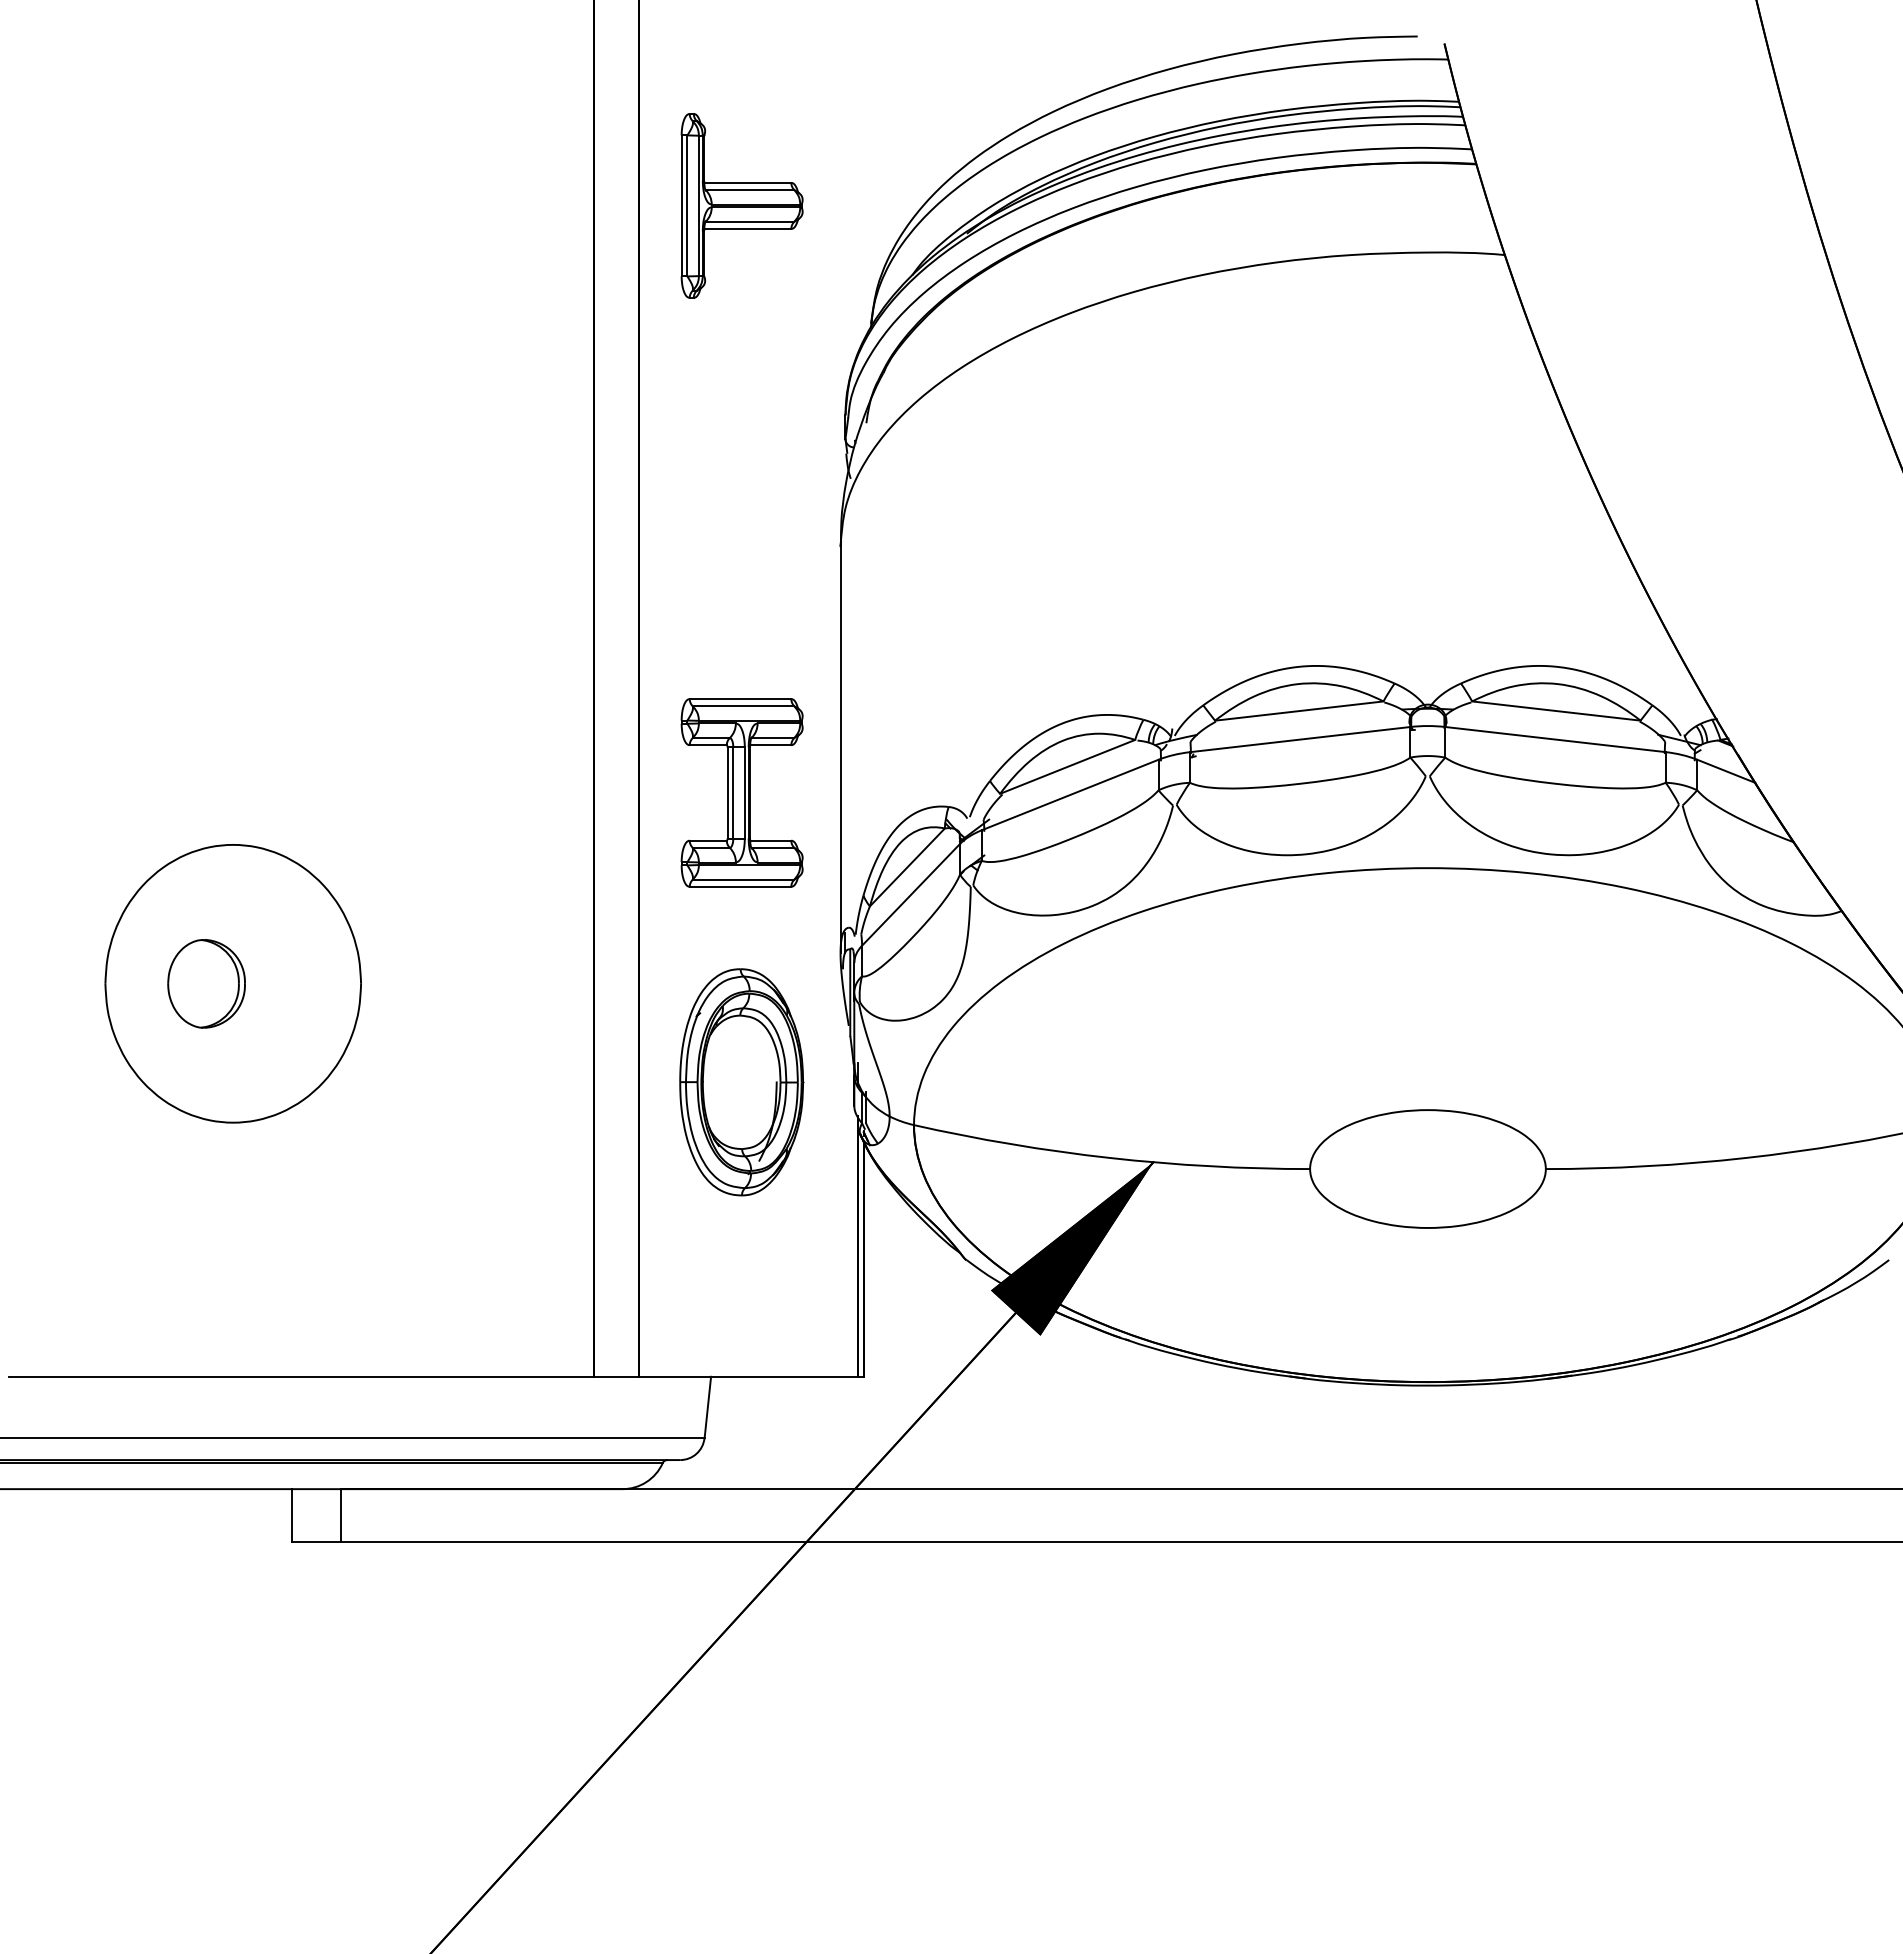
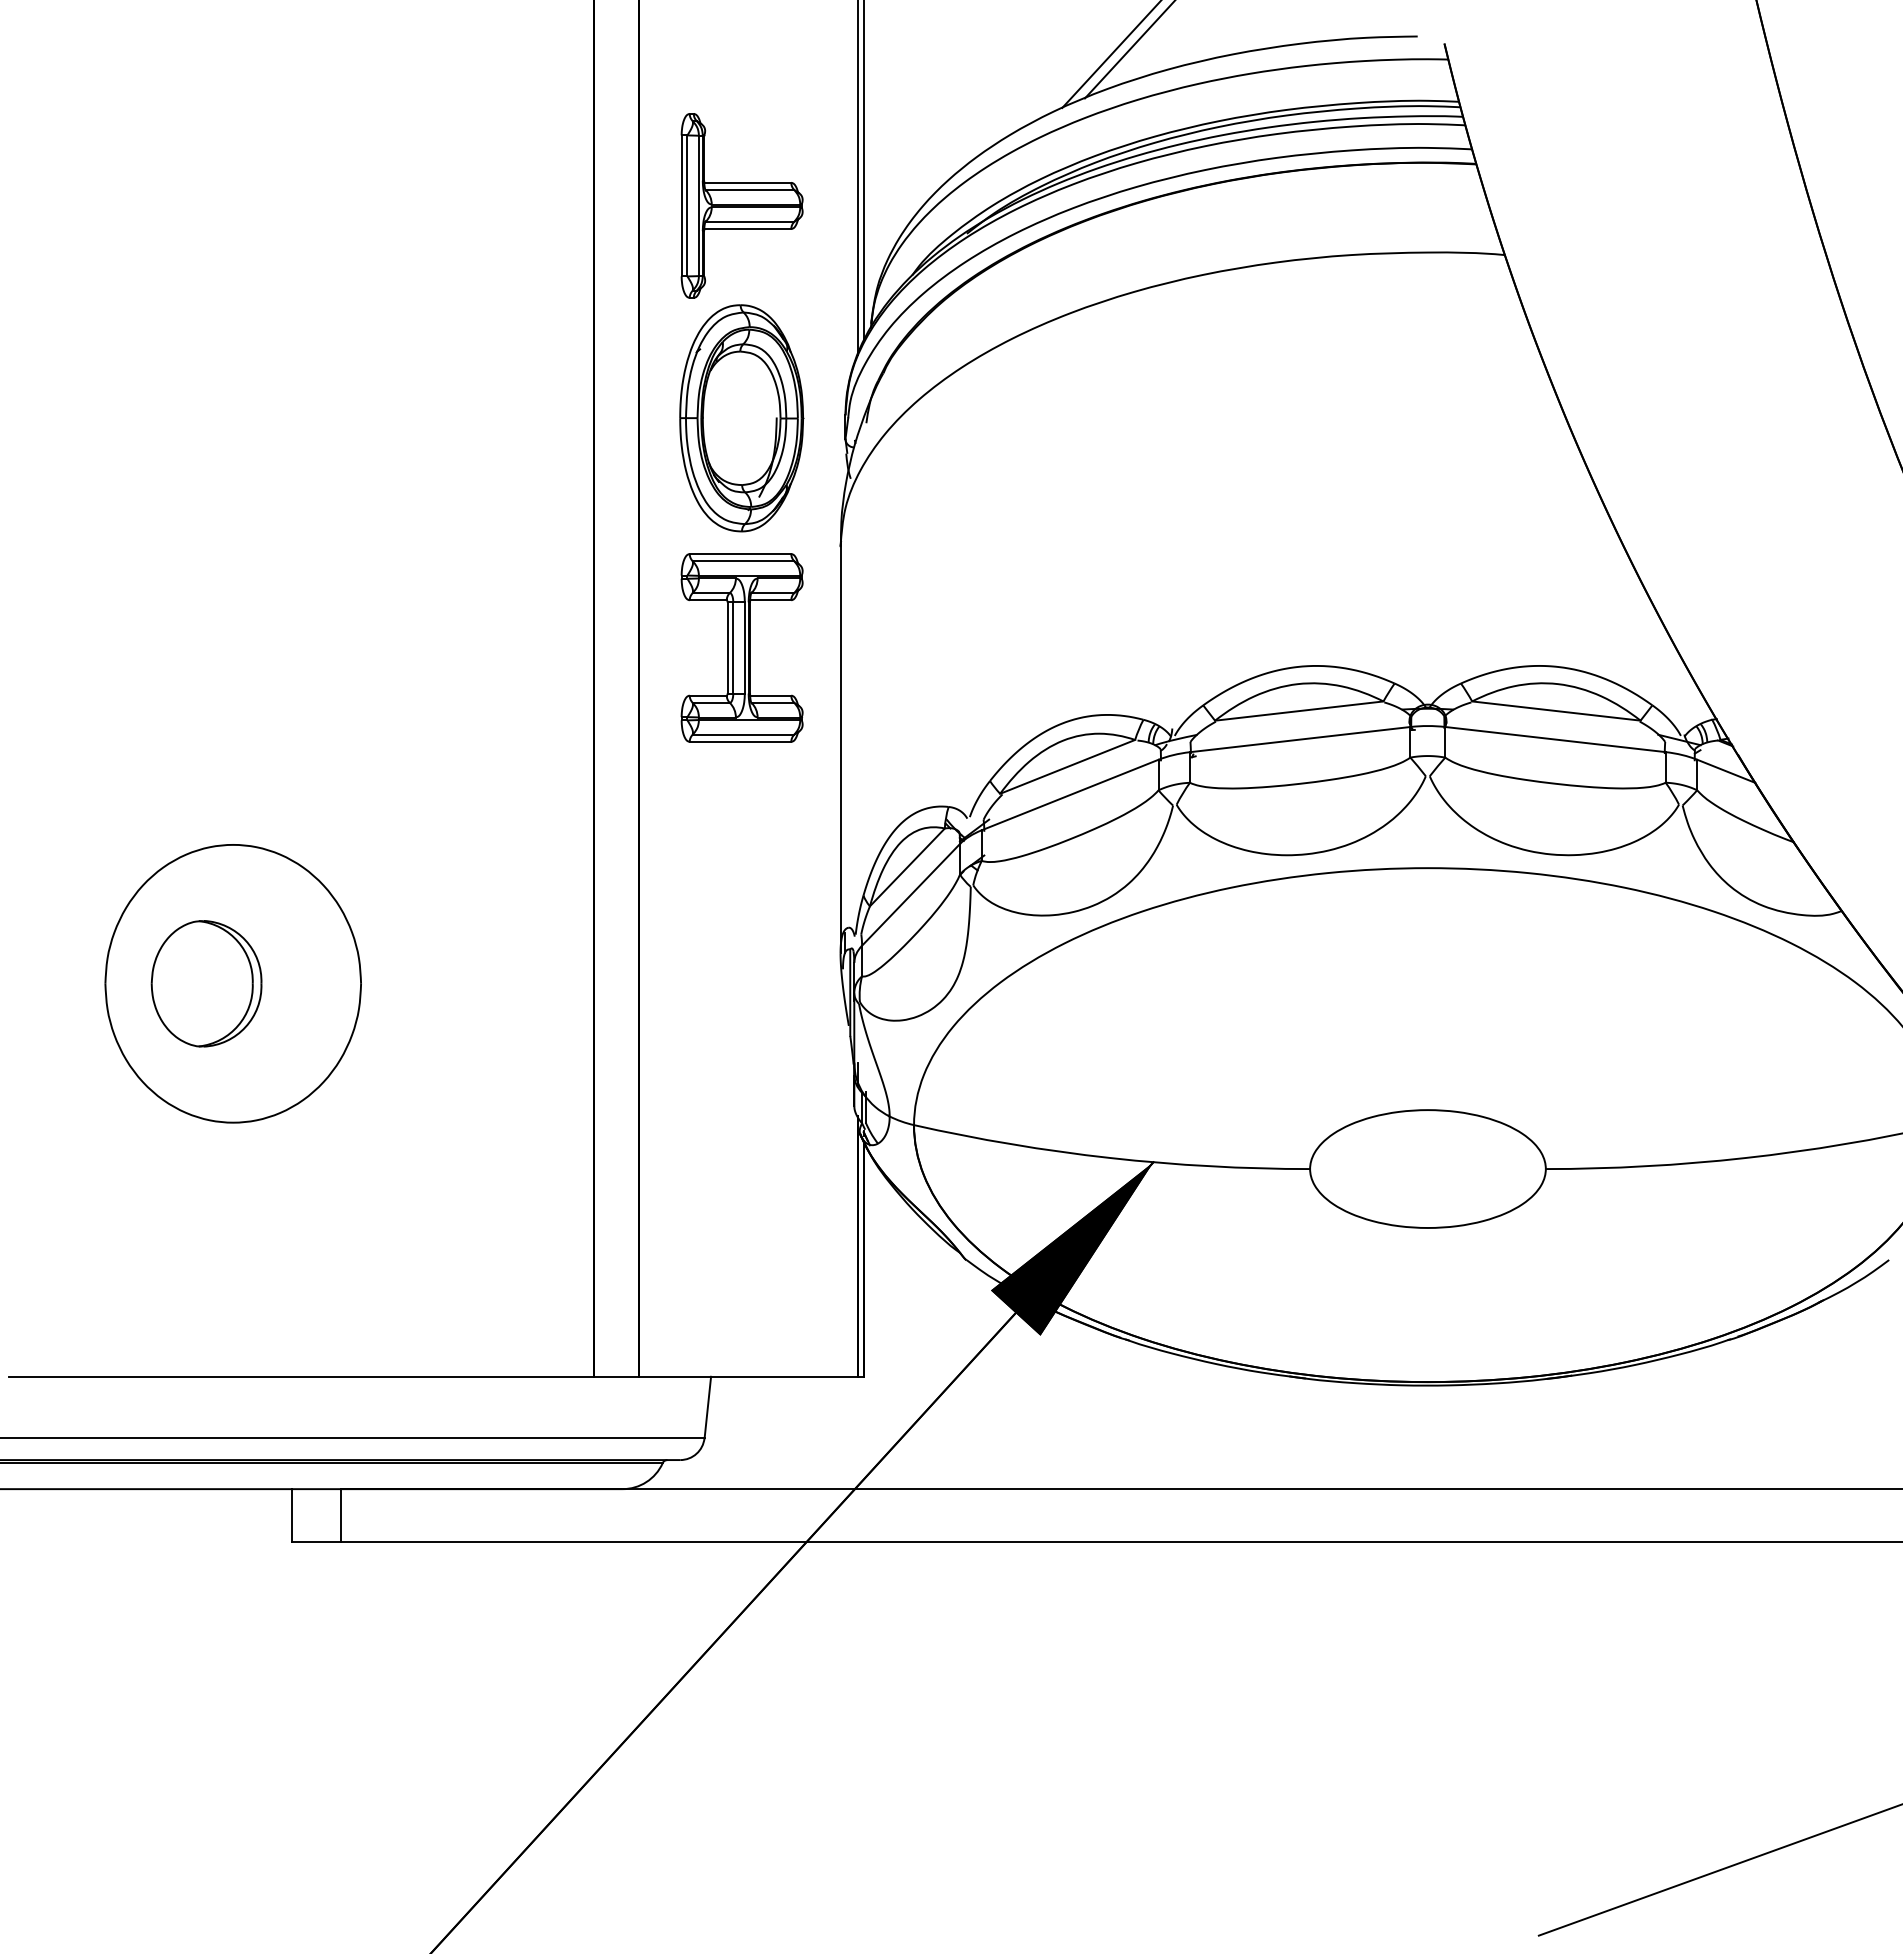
line at (1128, 50): none -> present
line at (1110, 55): none -> present
line at (863, 171): none -> present
line at (857, 178): none -> present
part at (741, 792) position: (741, 792) -> (741, 647)
part at (206, 983) size: 79x90 px -> 113x128 px
part at (741, 1082) position: (741, 1082) -> (741, 418)
line at (1718, 1870): none -> present
